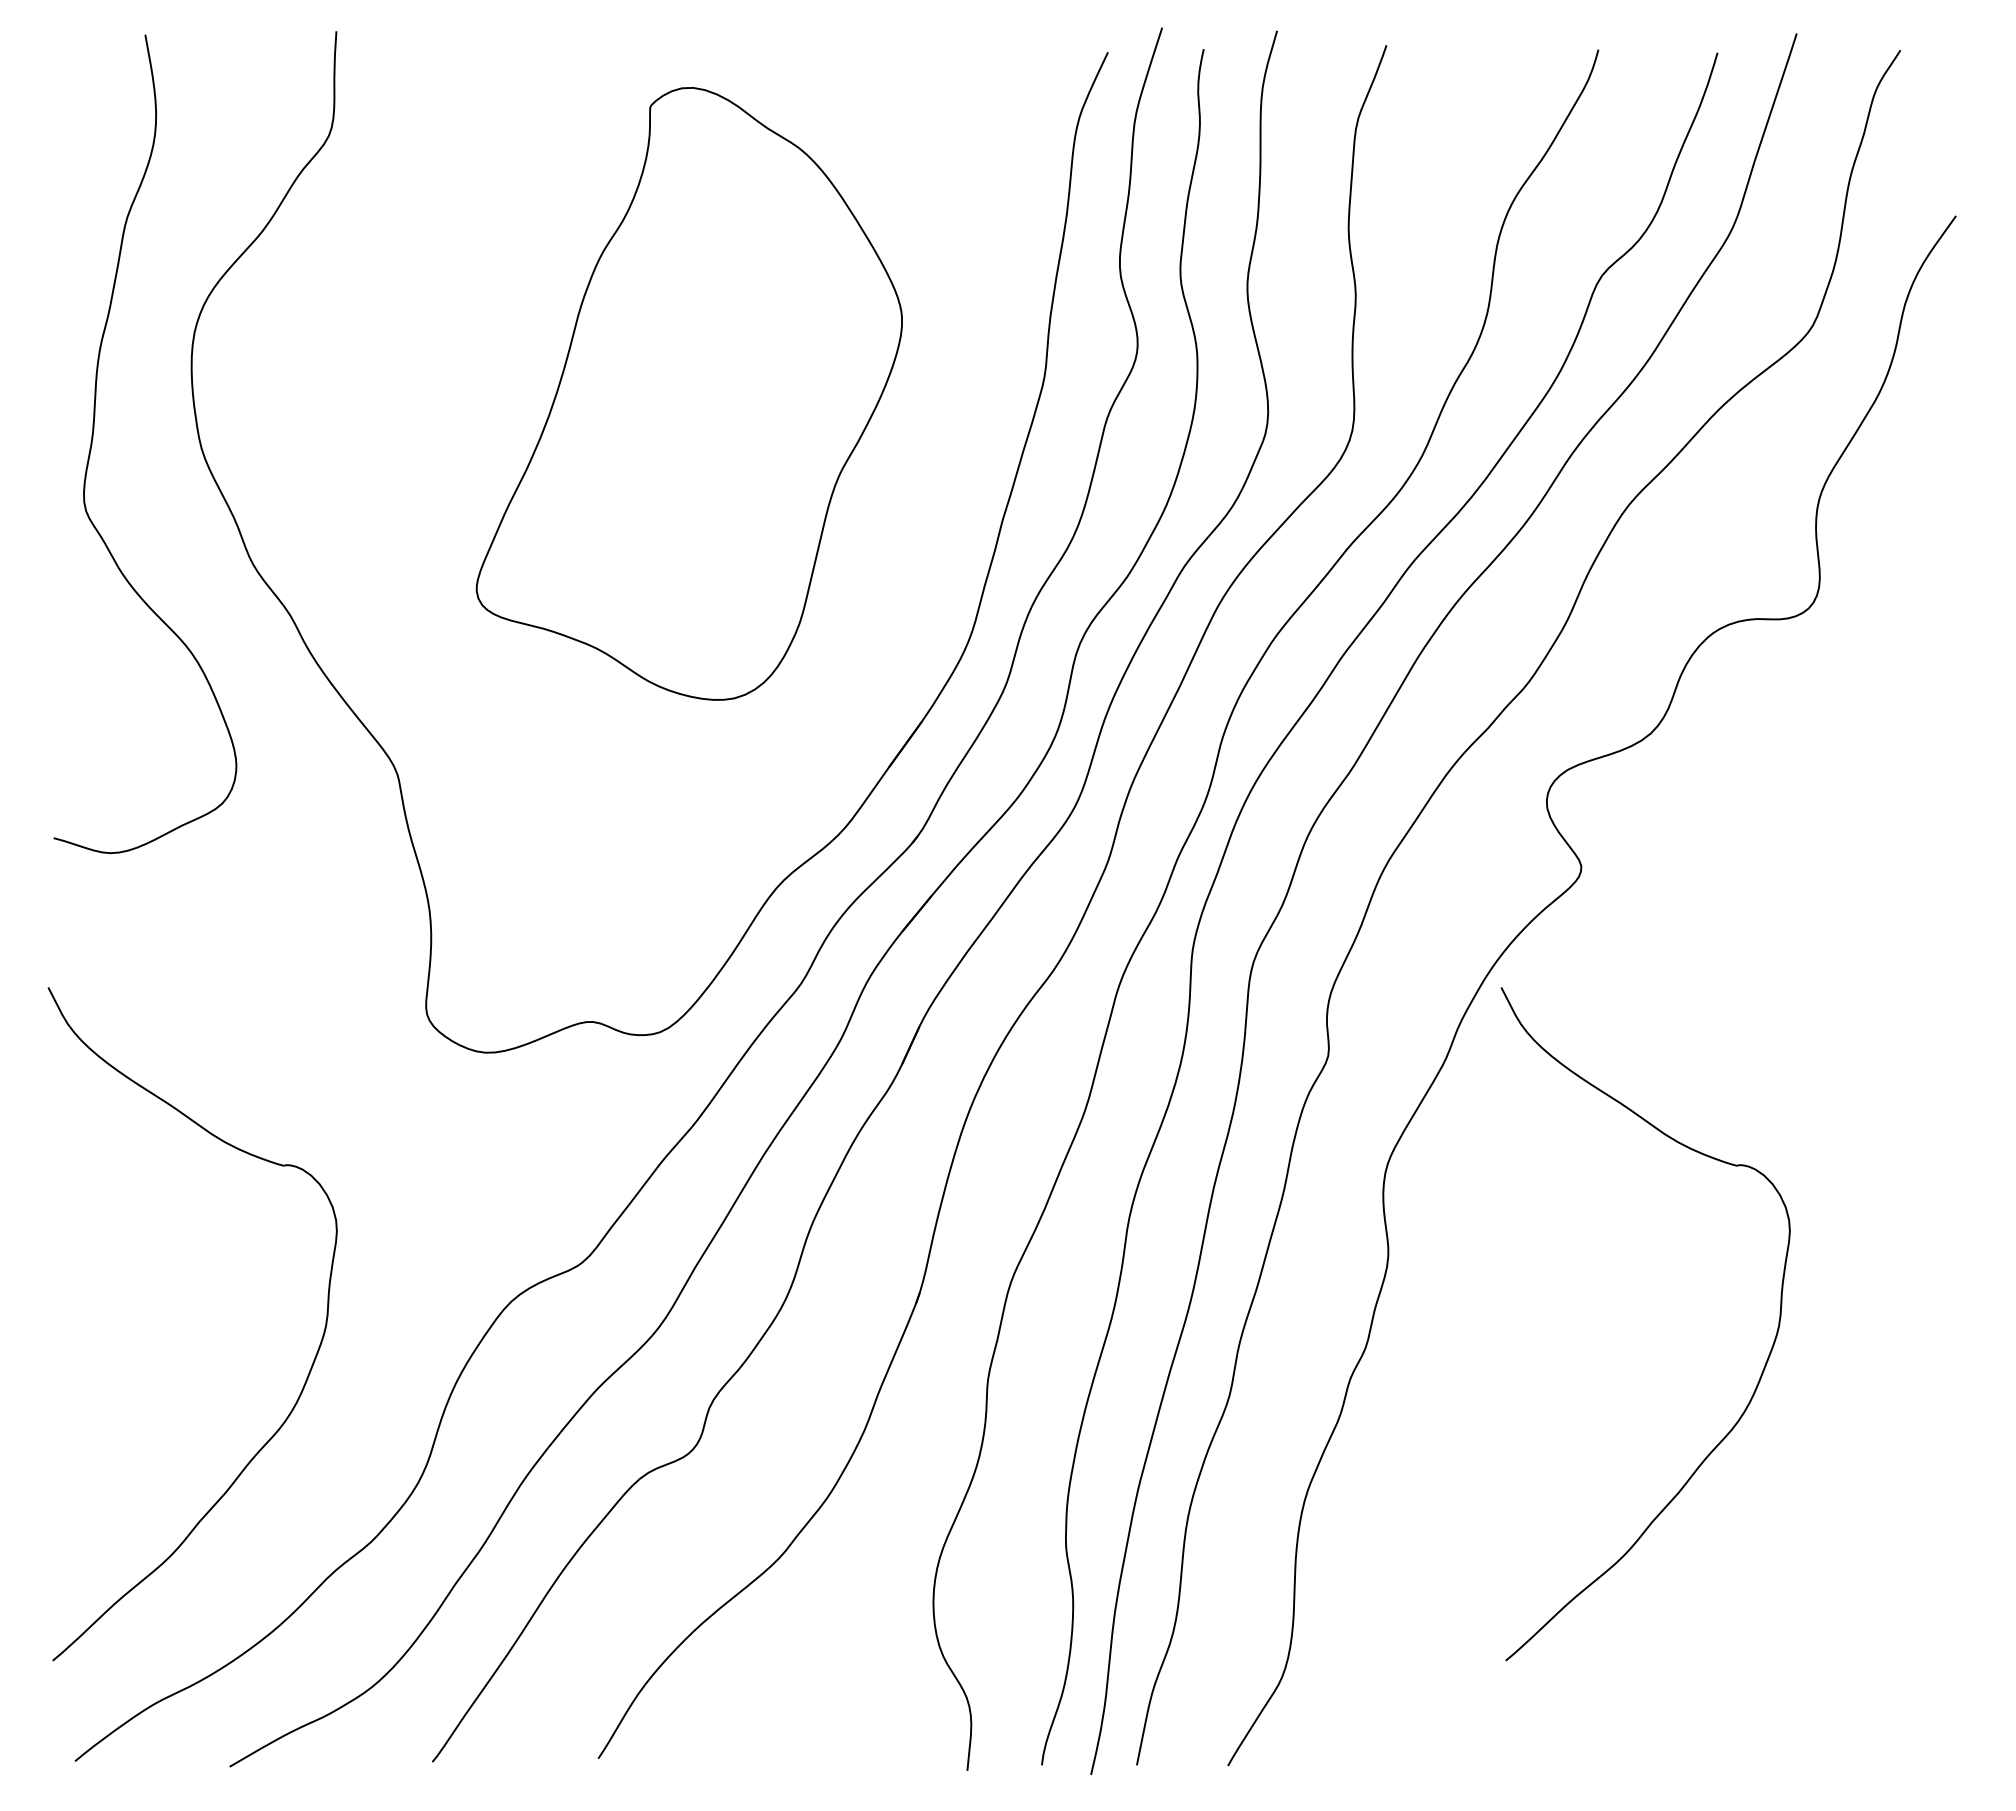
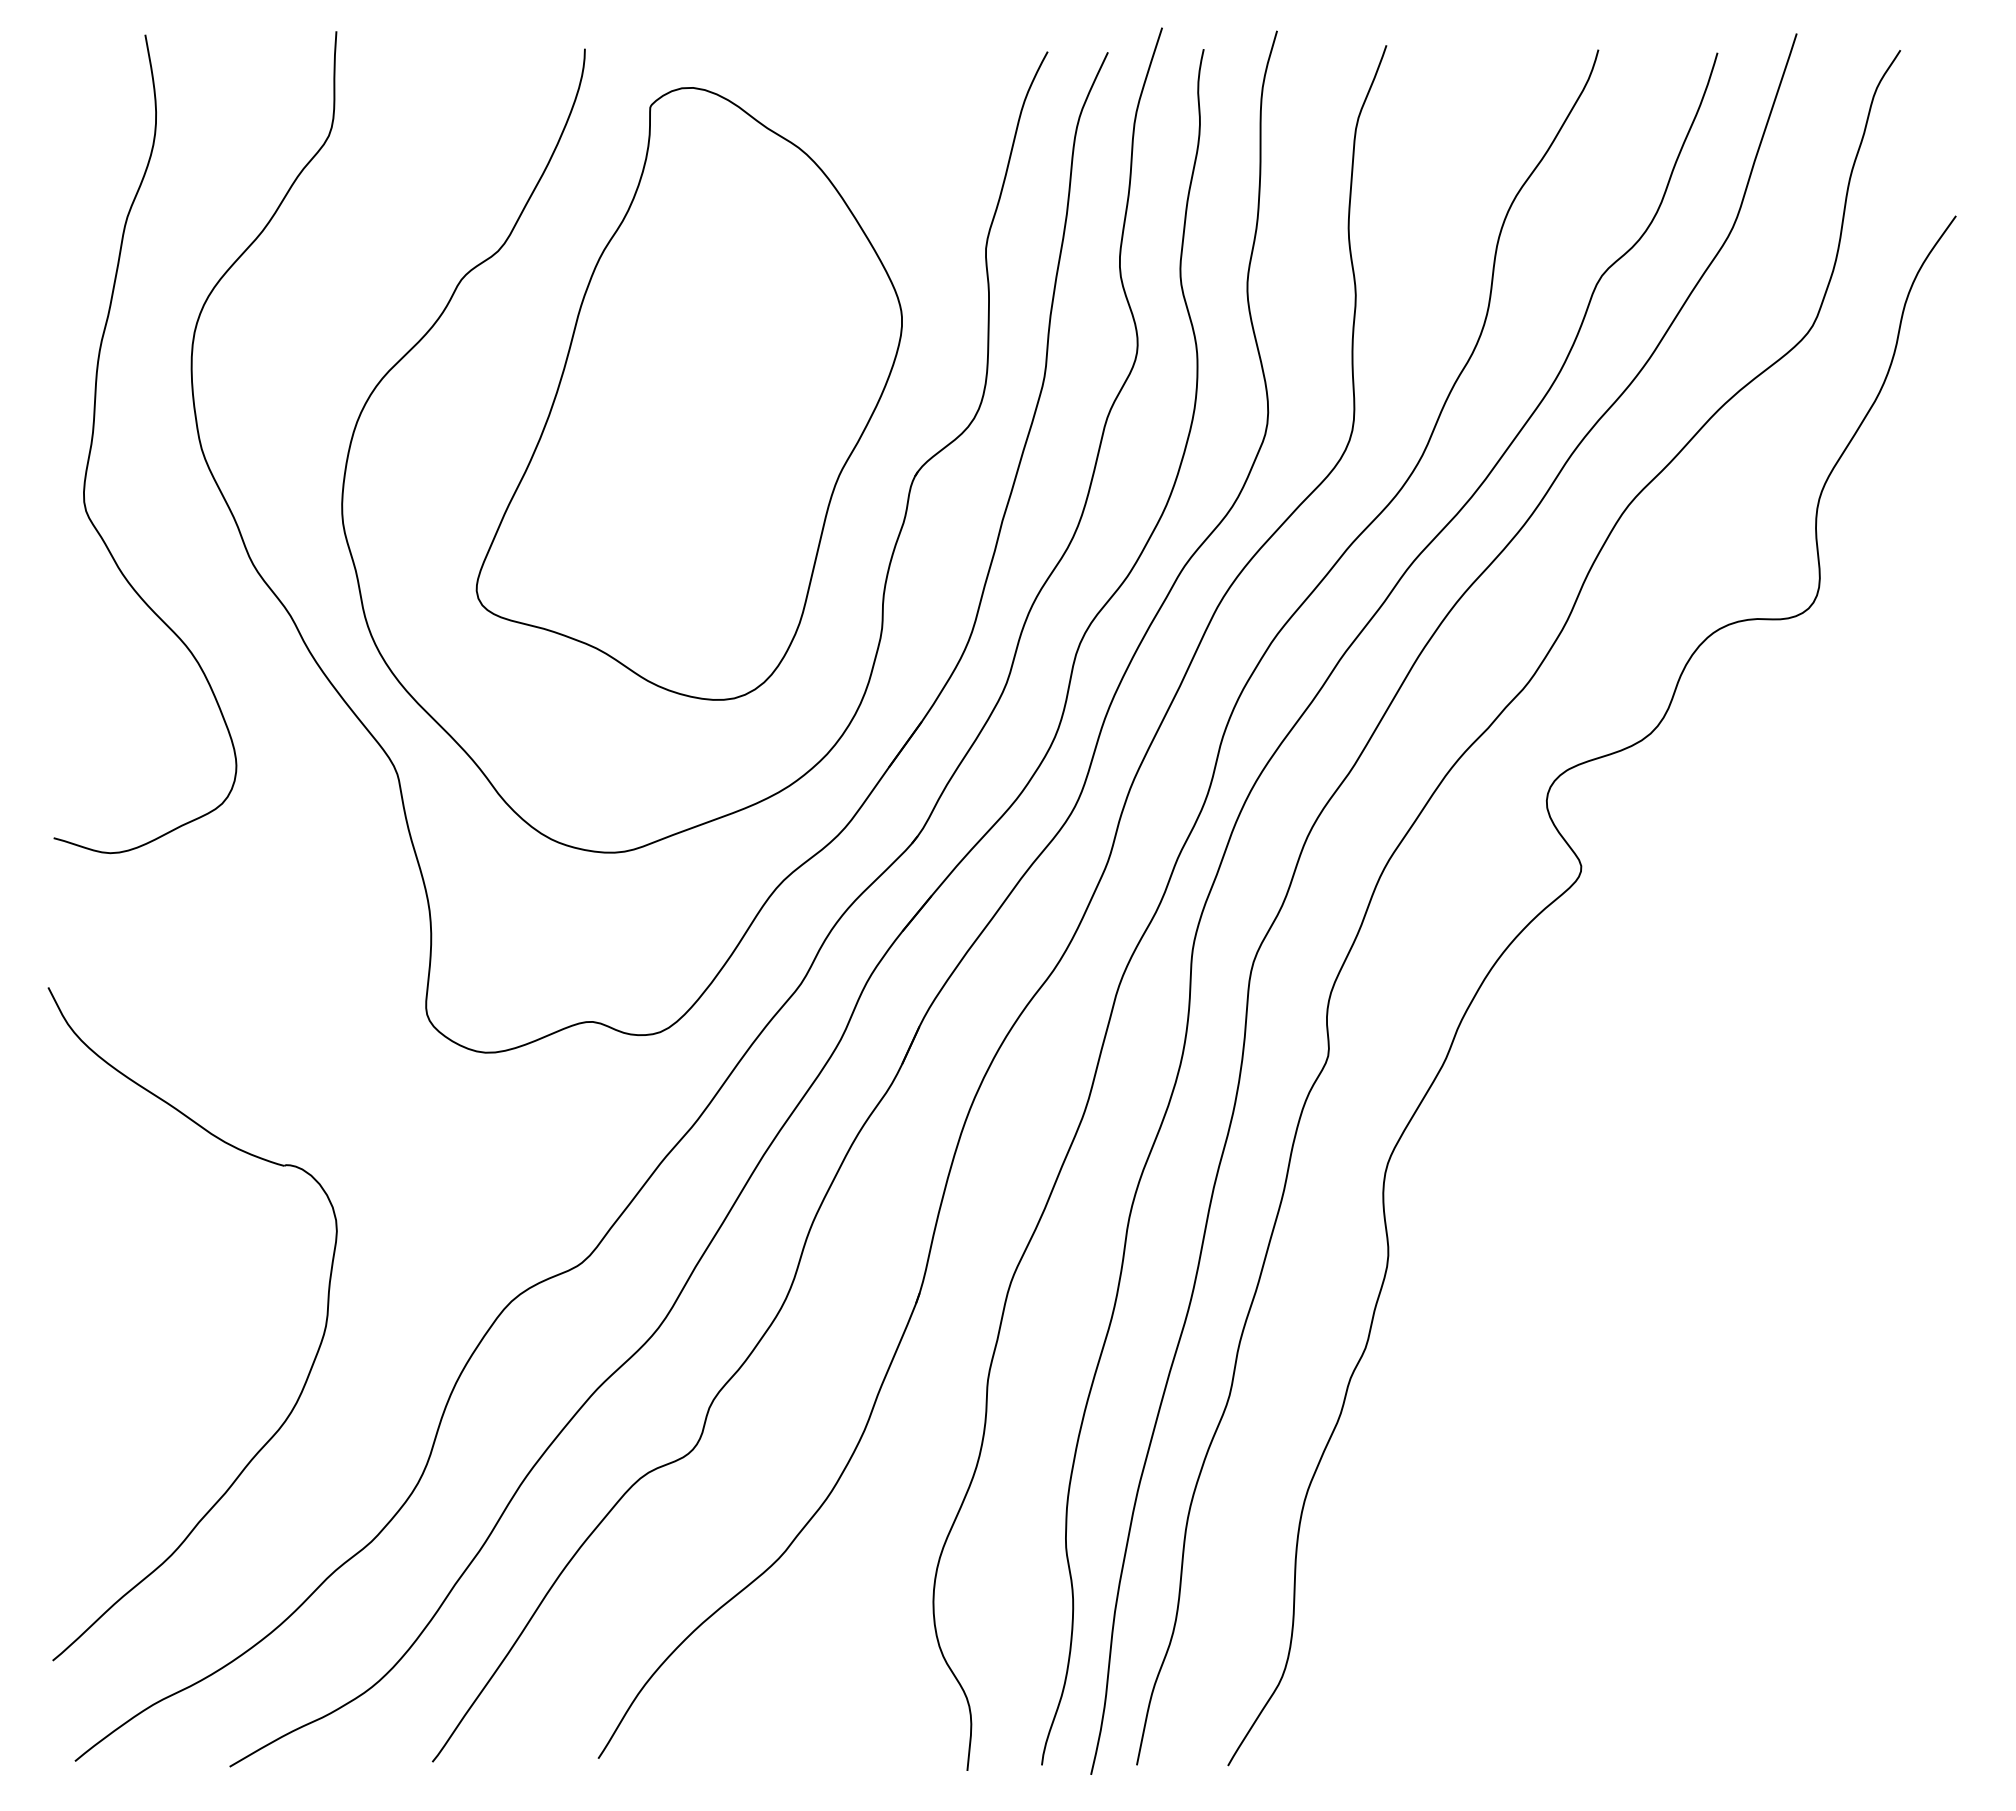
part at (908, 491): none -> present
part at (1761, 1372): present -> none
